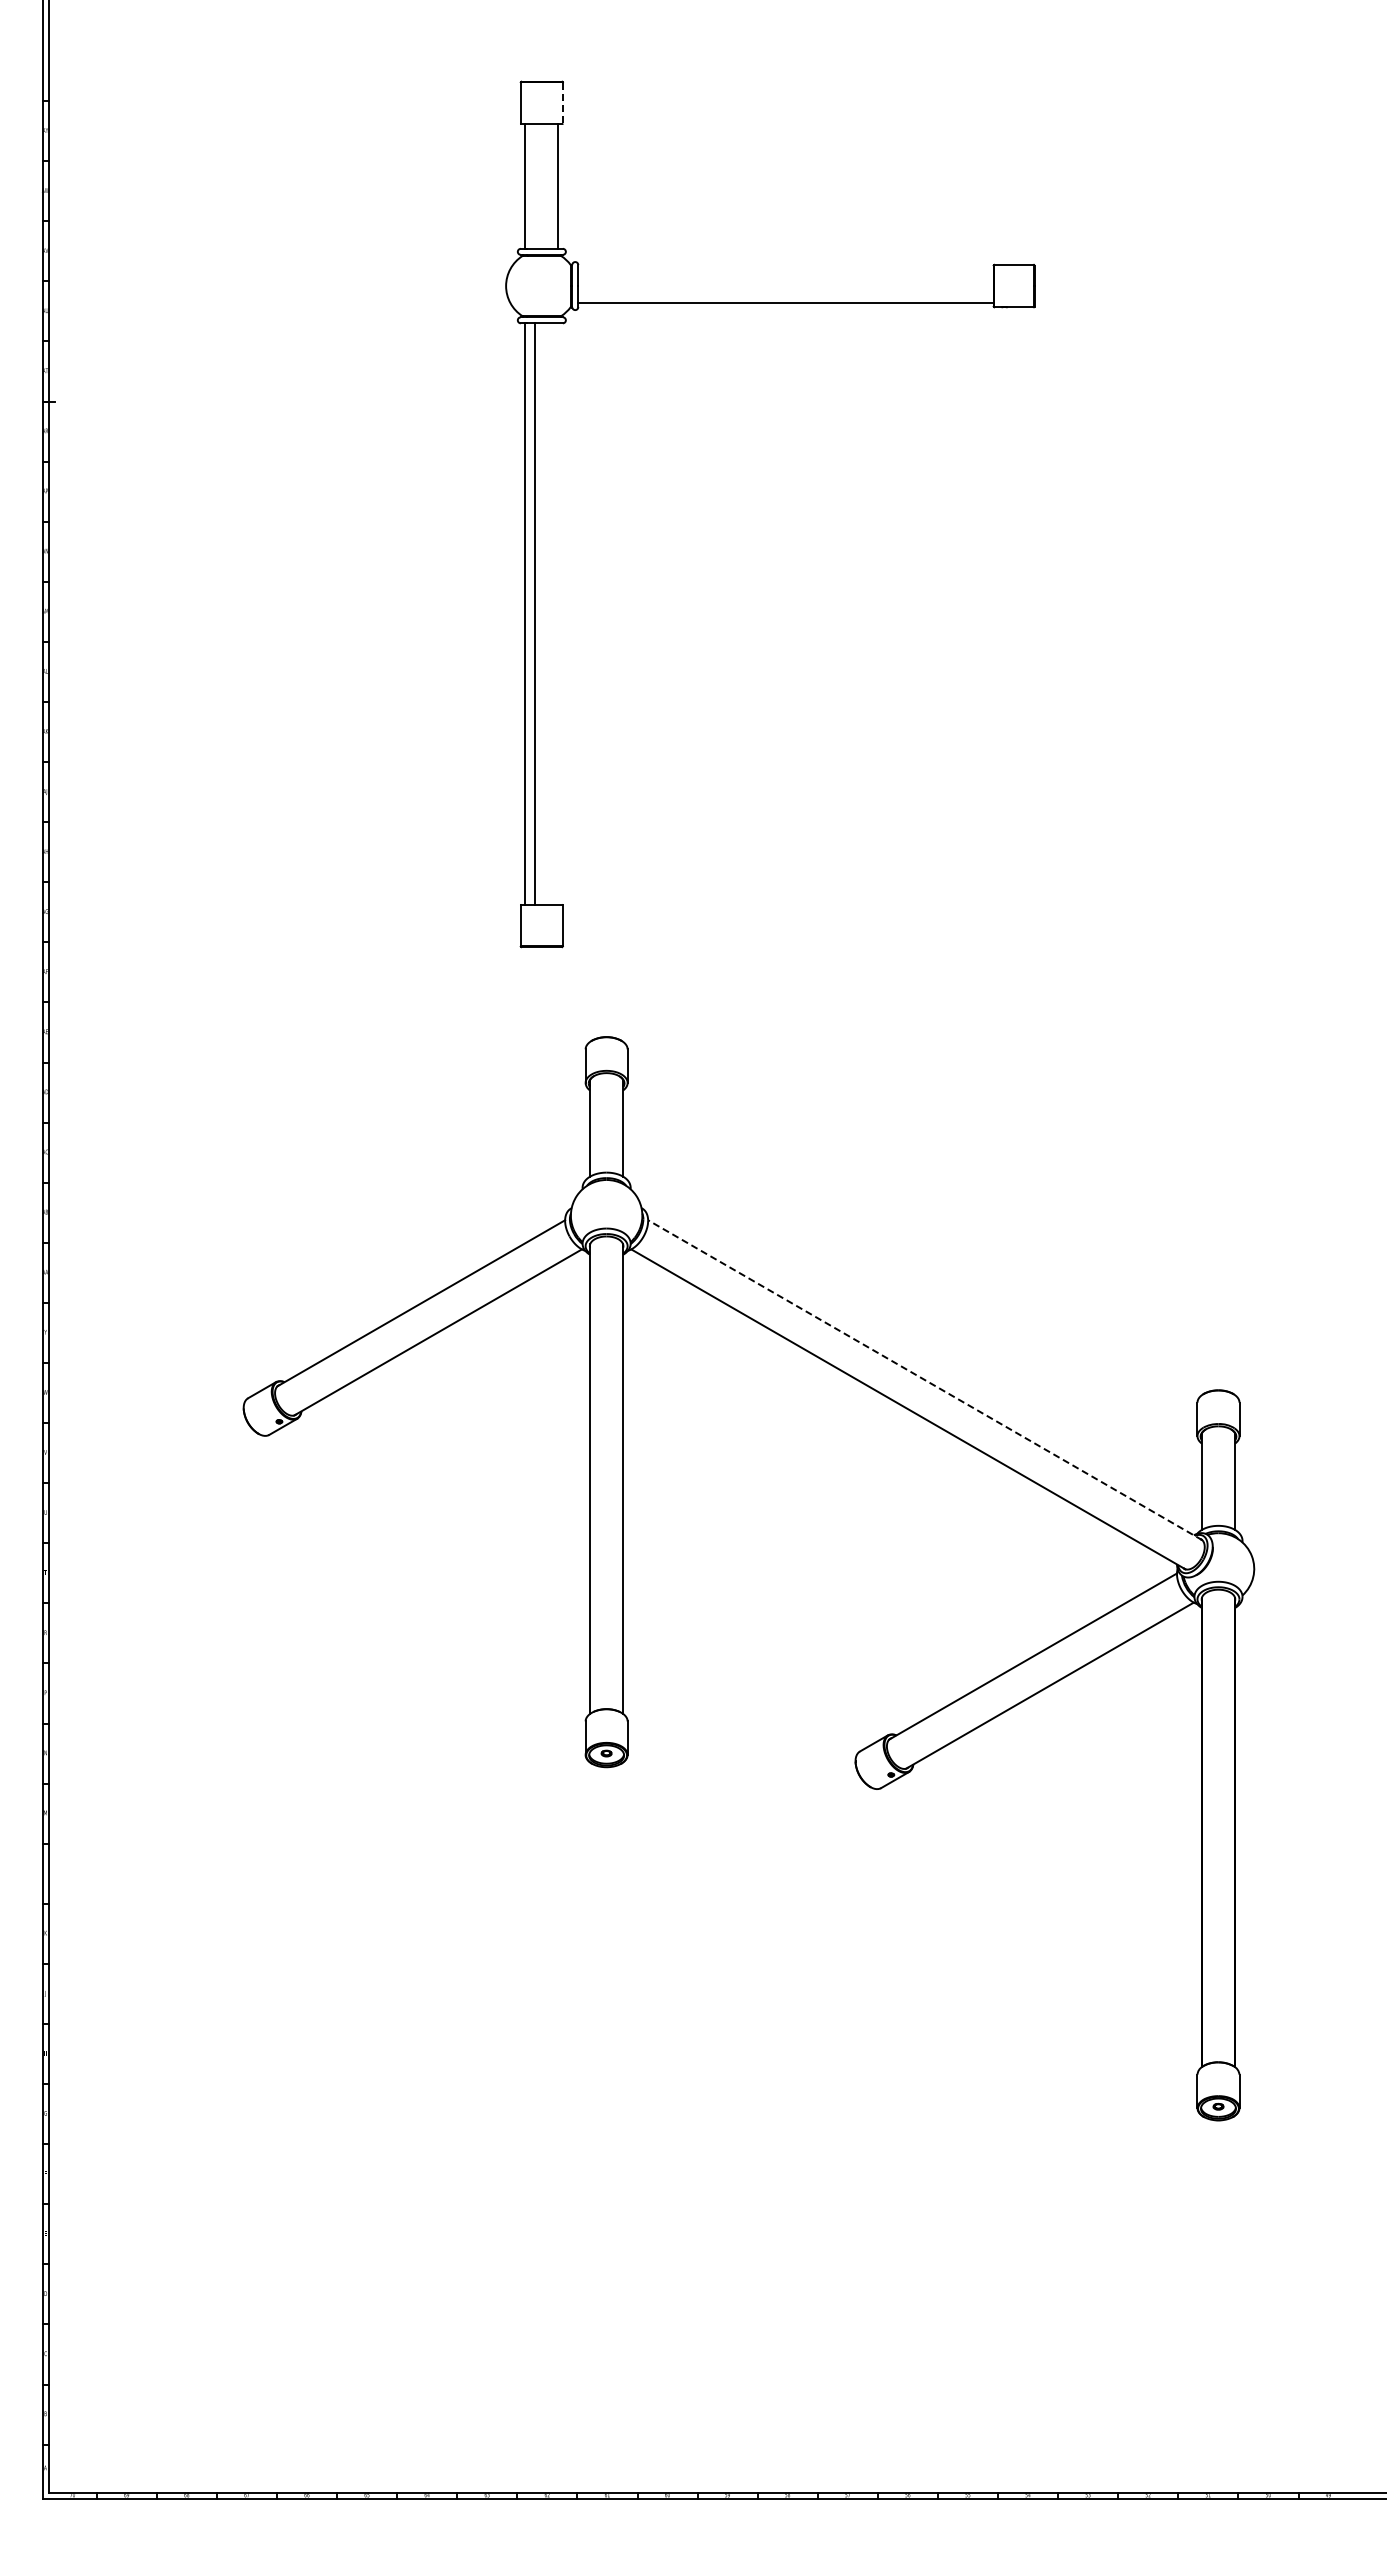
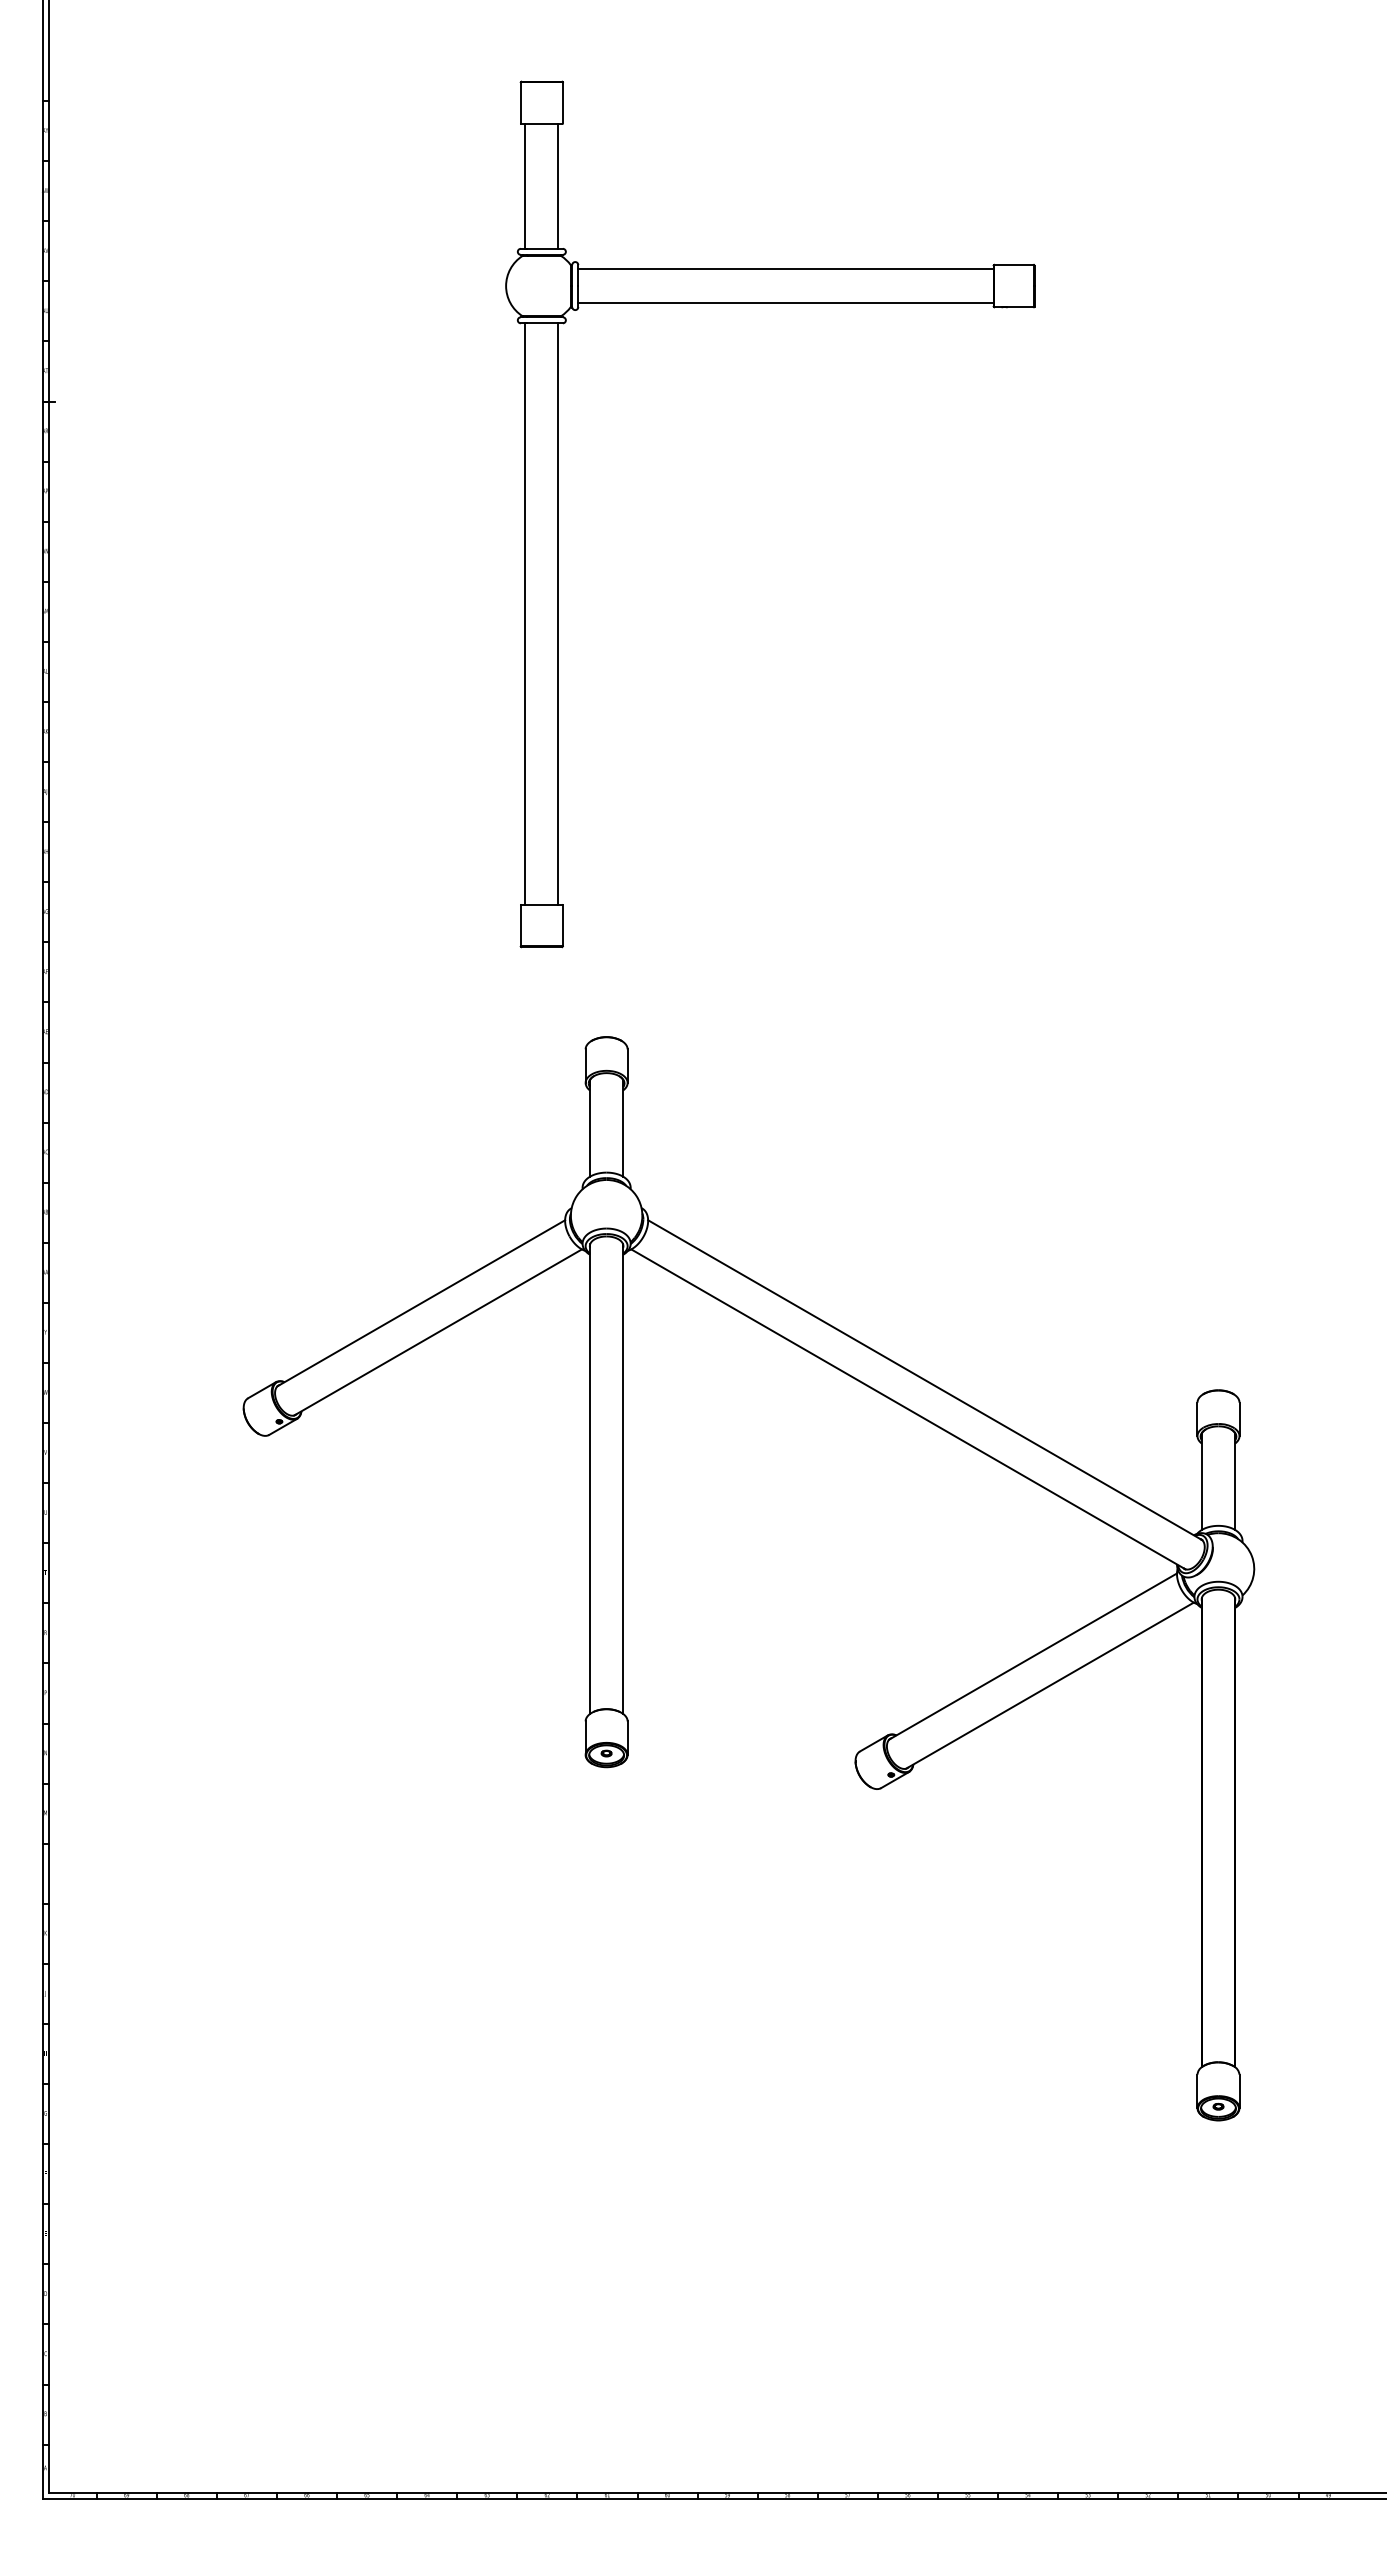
line at (562, 102): dashed -> solid
line at (785, 269): none -> present
line at (535, 613) position: (535, 613) -> (558, 613)
line at (925, 1380): dashed -> solid
